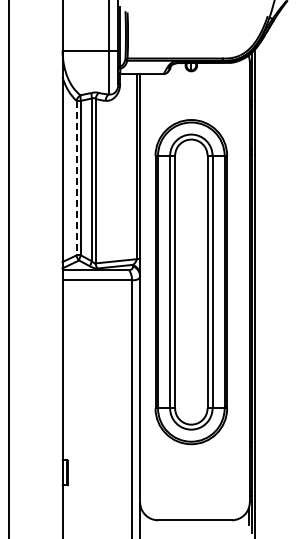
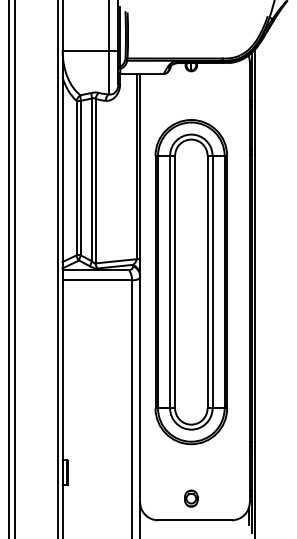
line at (76, 178): dashed -> solid
line at (14, 268): none -> present
line at (58, 268): none -> present
part at (191, 498): none -> present
